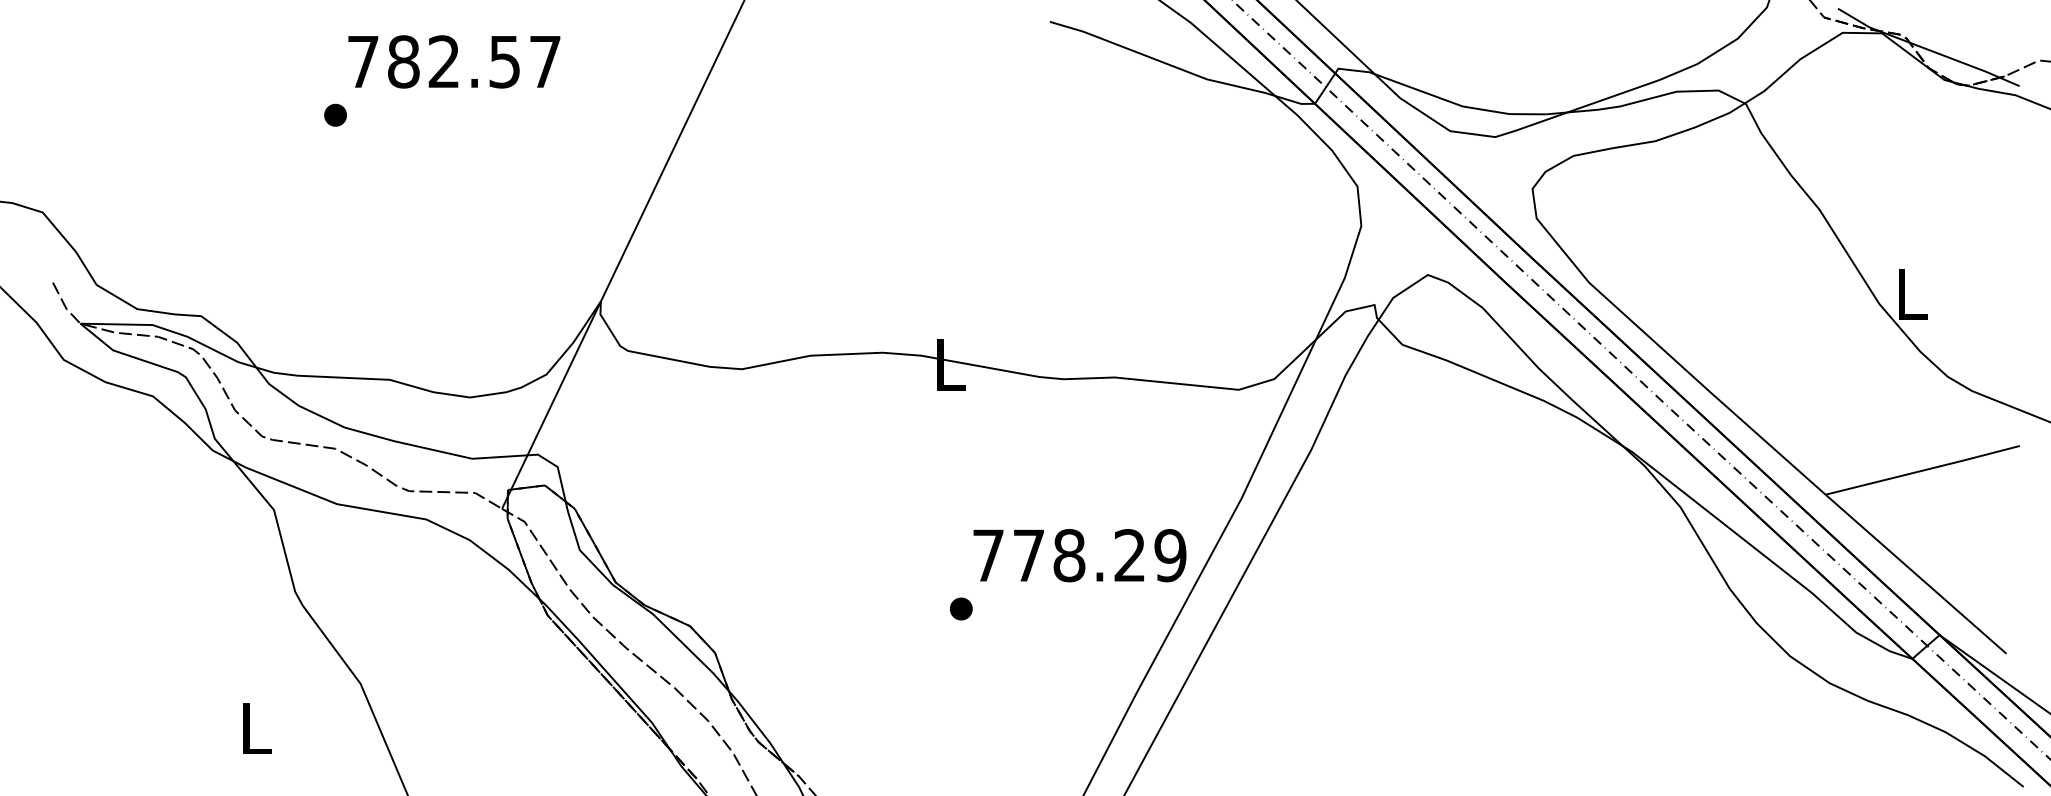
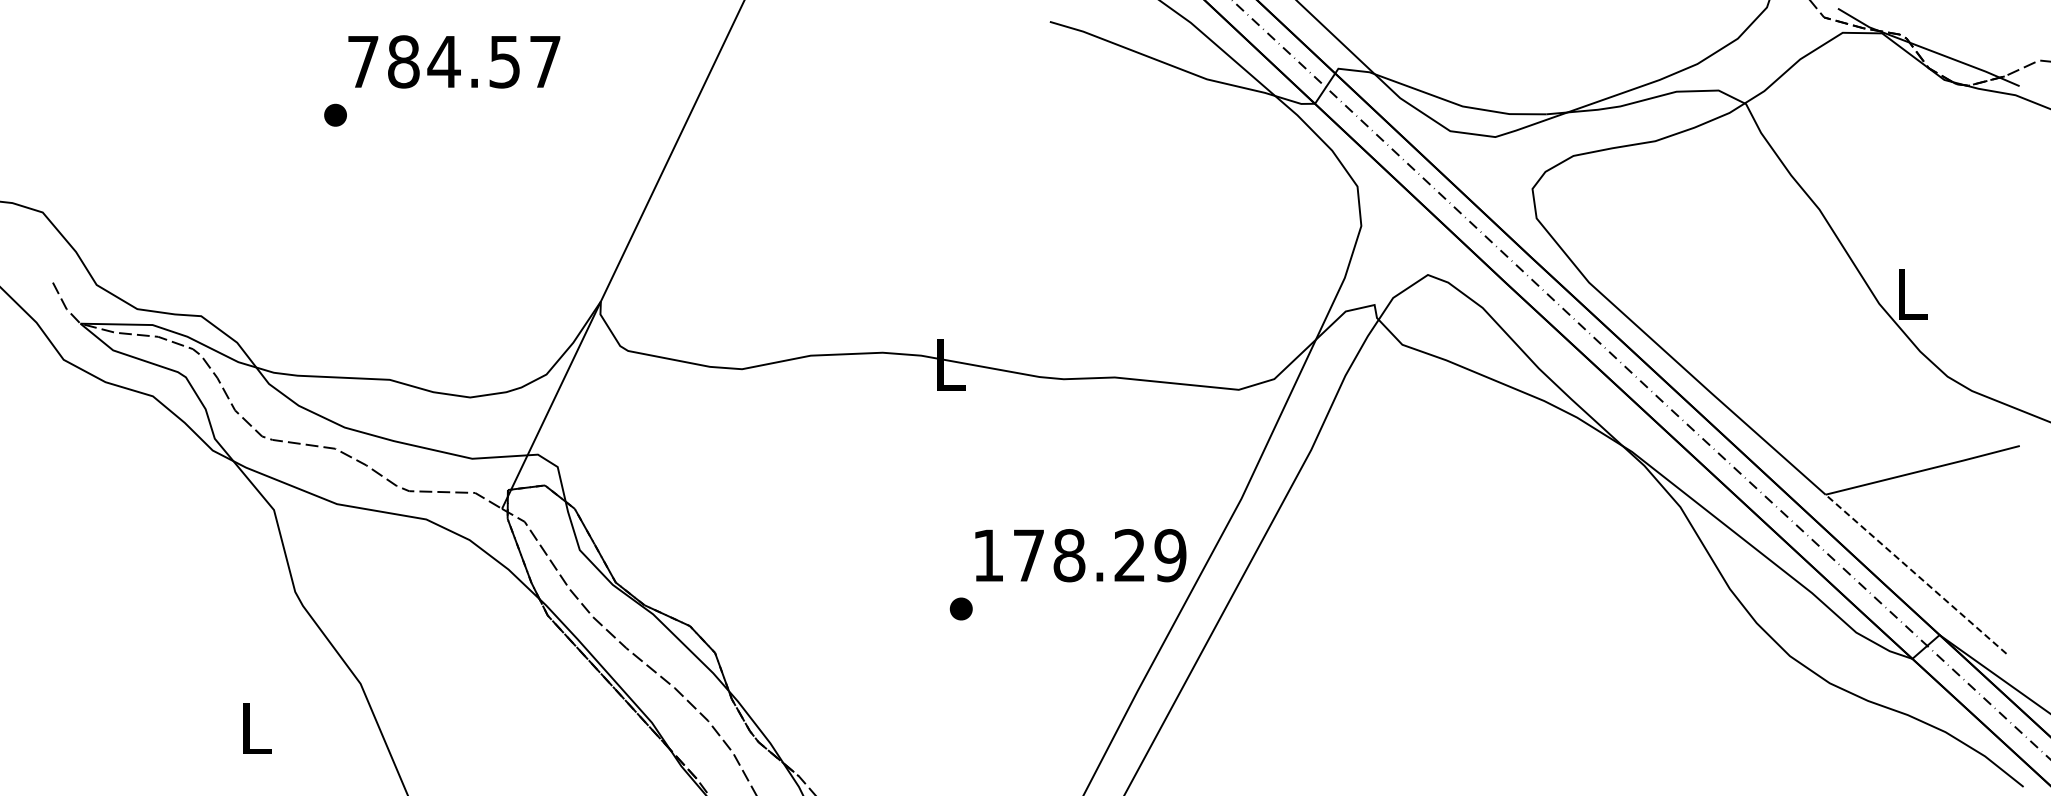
text at (443, 61): 782.57 -> 784.57
text at (988, 555): 778.29 -> 178.29
line at (1915, 573): solid -> dashed
